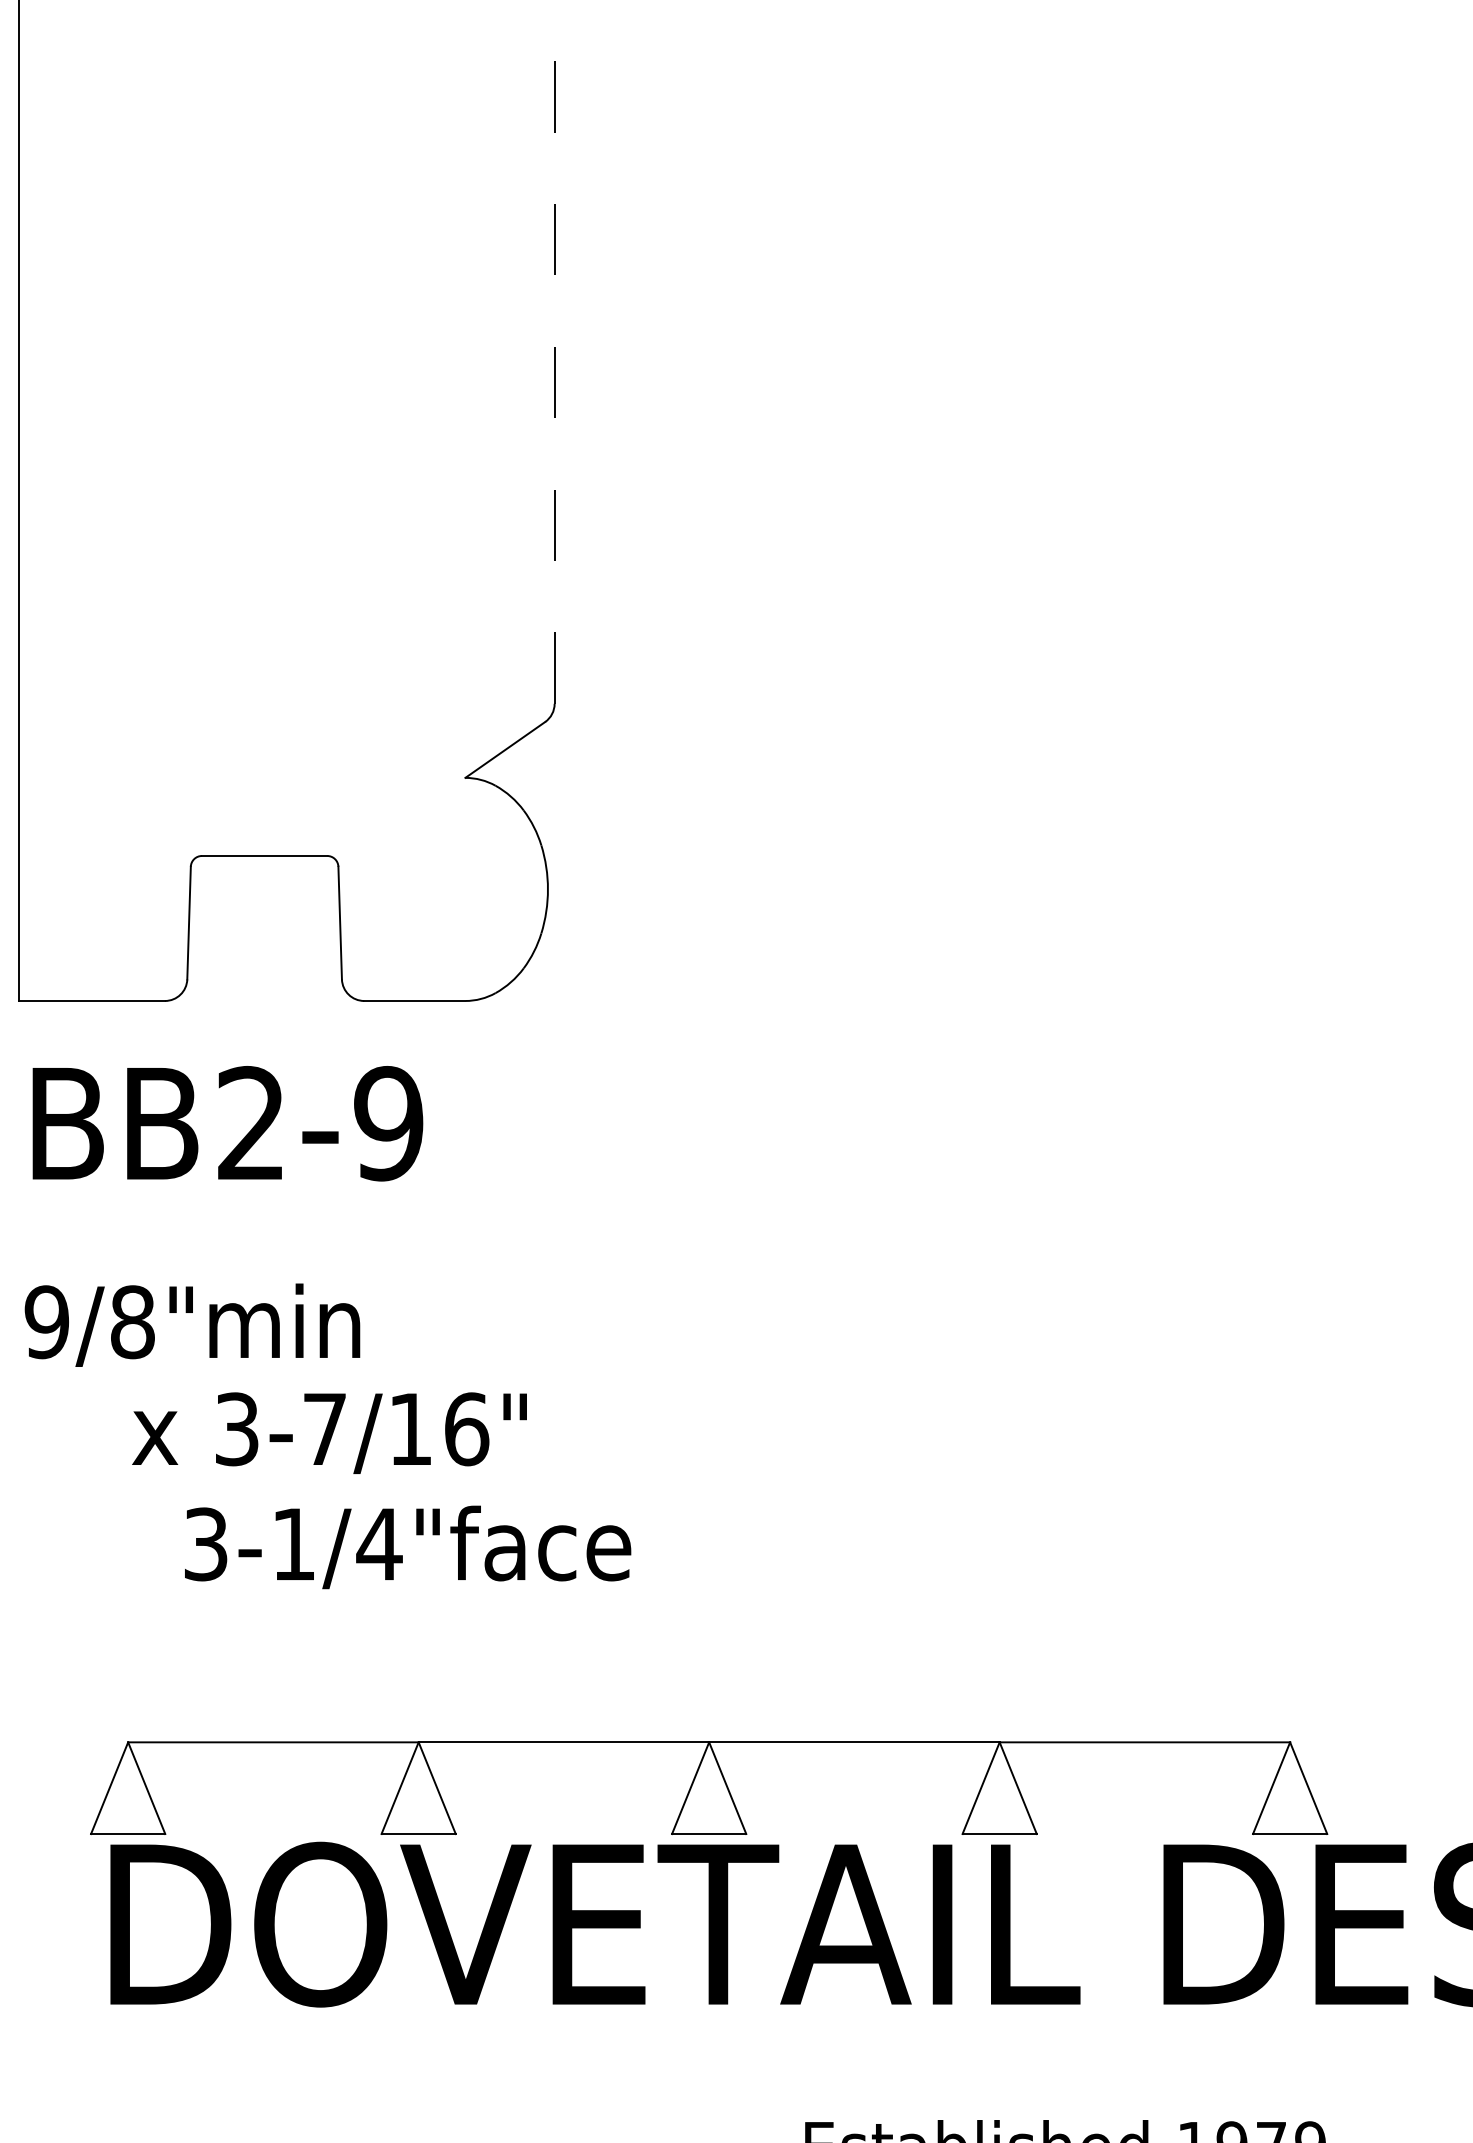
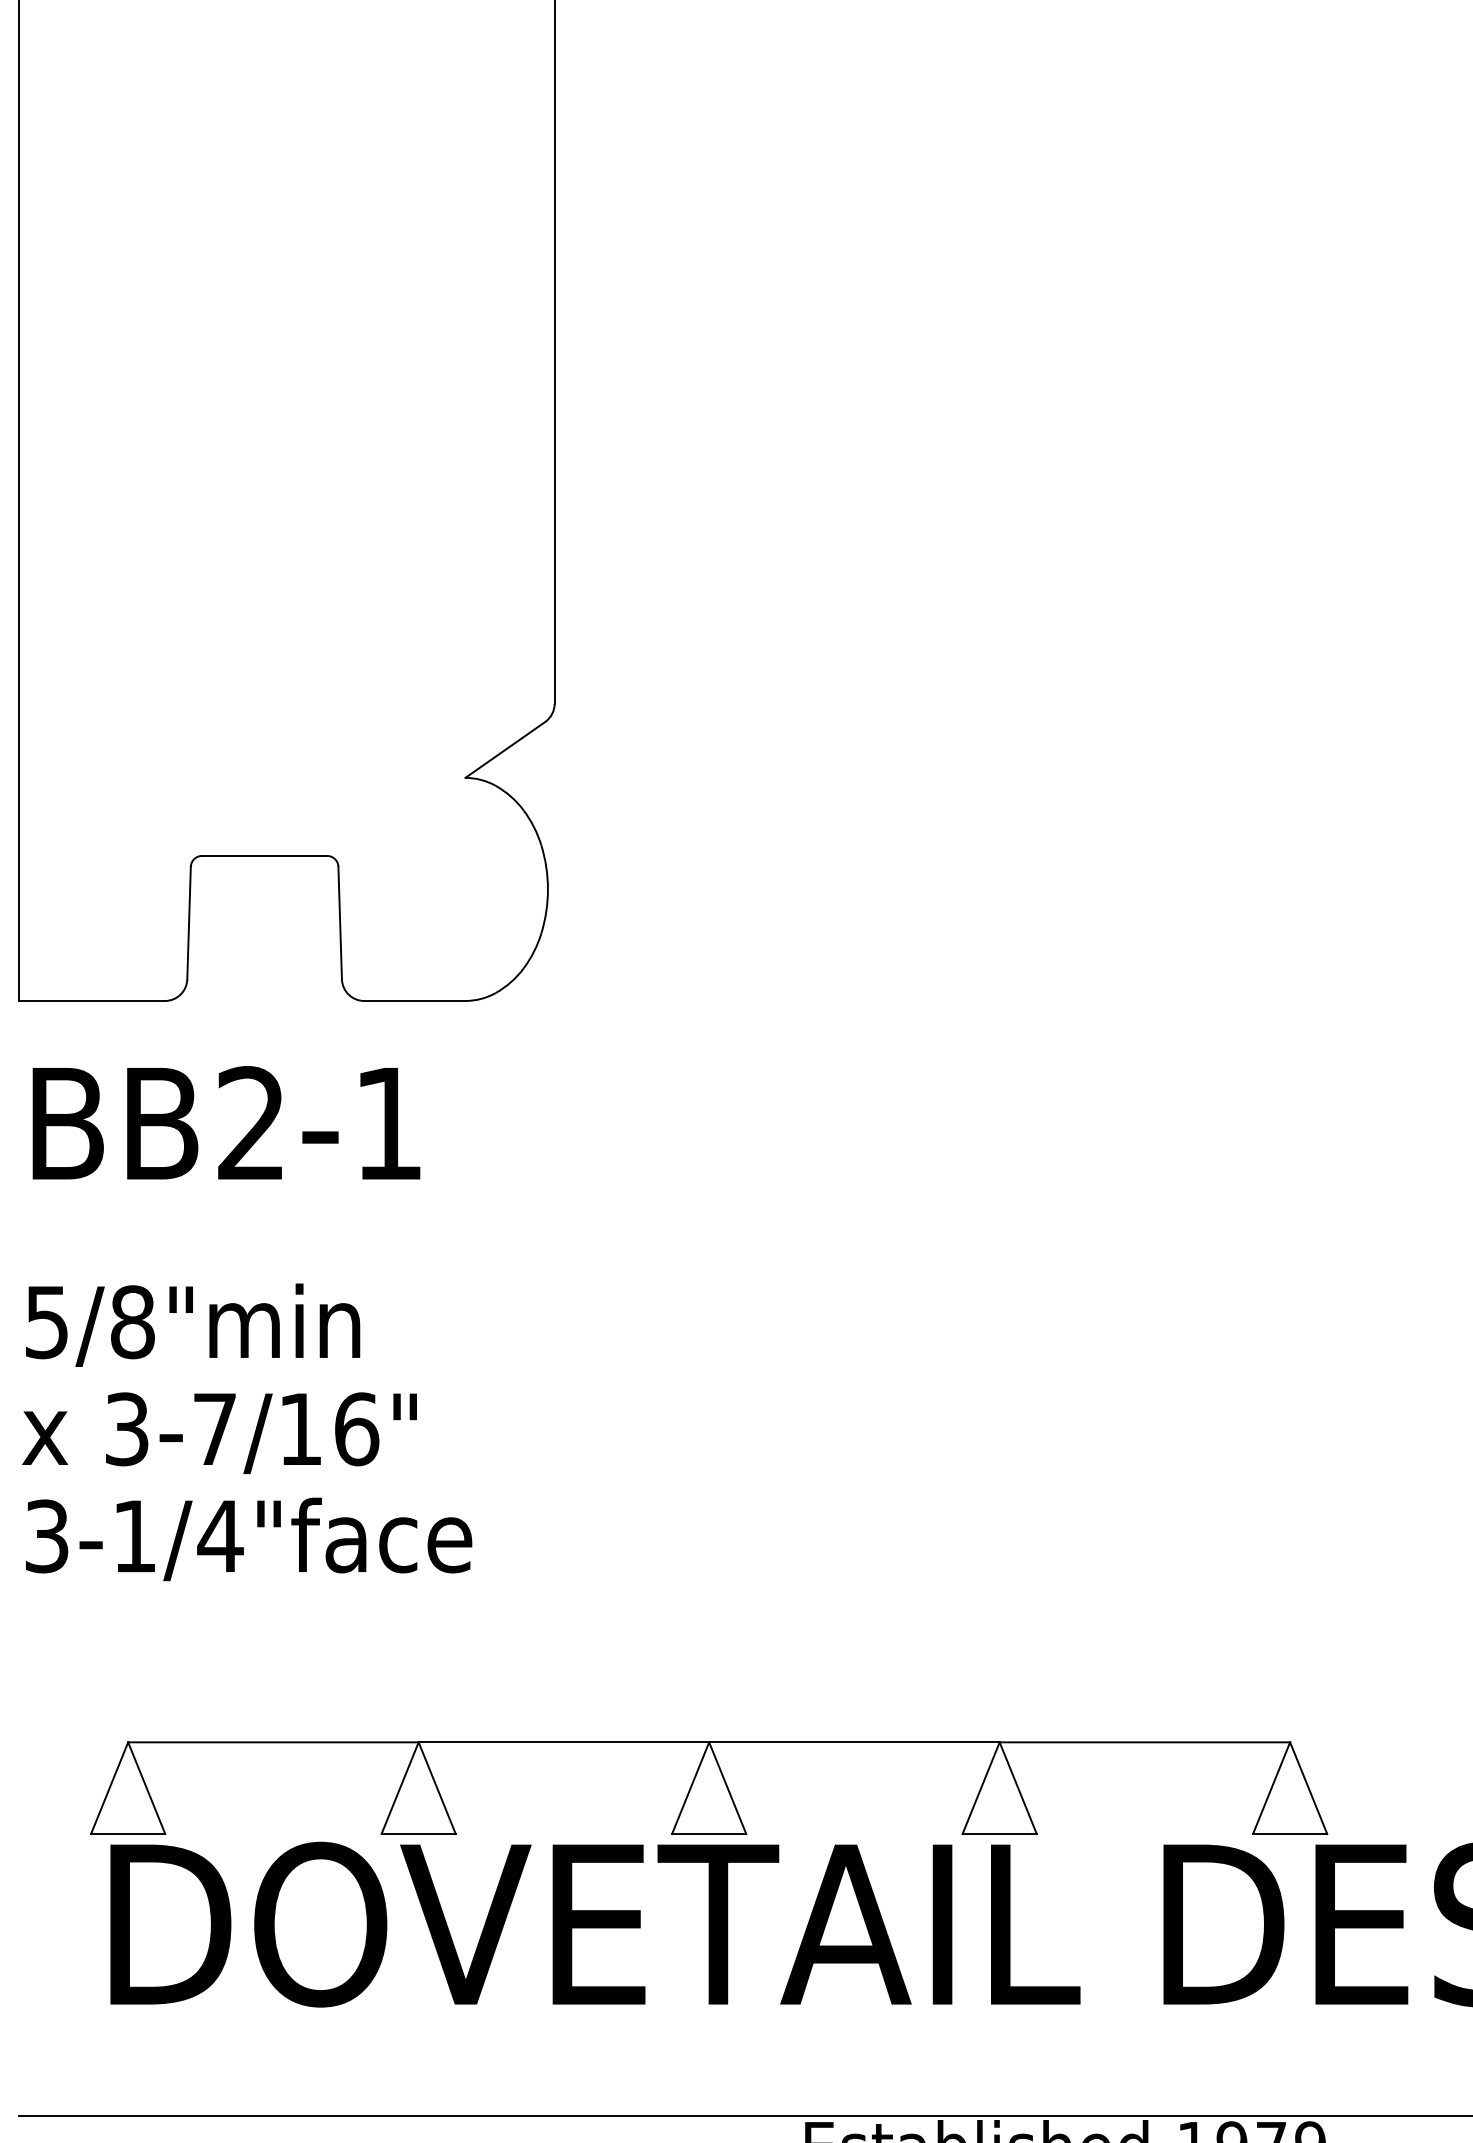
line at (554, 351): dashed -> solid
text at (388, 1123): BB2-9 -> BB2-1
text at (46, 1322): 9/8"min -> 5/8"min
text at (329, 1432) position: (329, 1432) -> (219, 1432)
text at (408, 1547) position: (408, 1547) -> (249, 1539)
line at (744, 2115): none -> present
